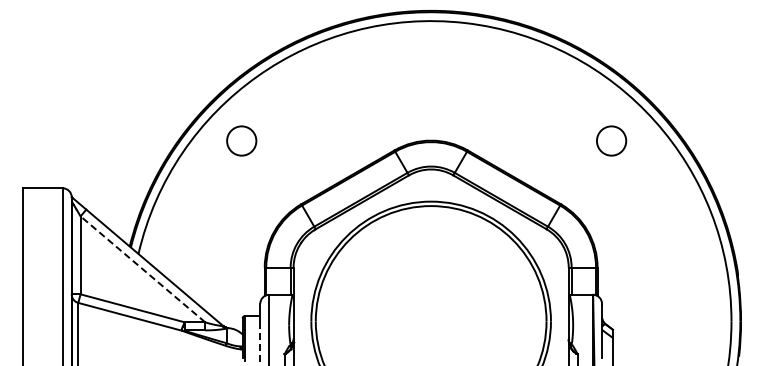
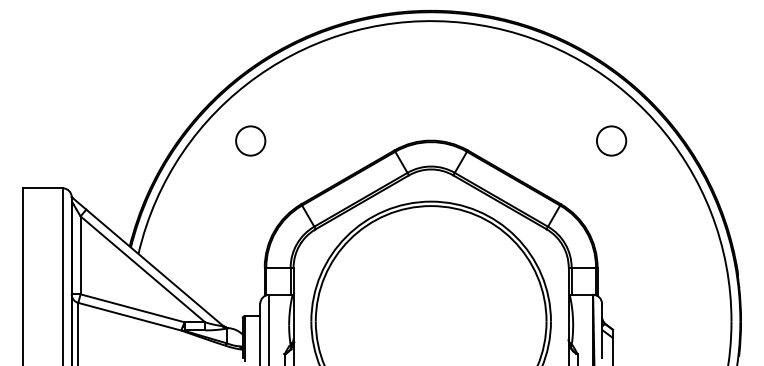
part at (241, 140) position: (241, 140) -> (250, 140)
line at (142, 269): dashed -> solid
line at (260, 346): dashed -> solid
